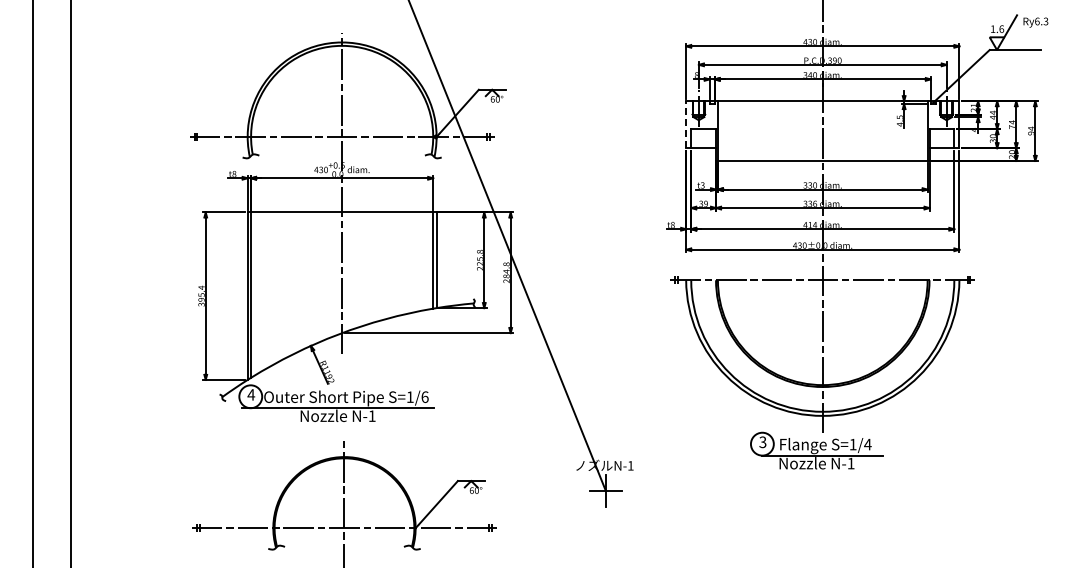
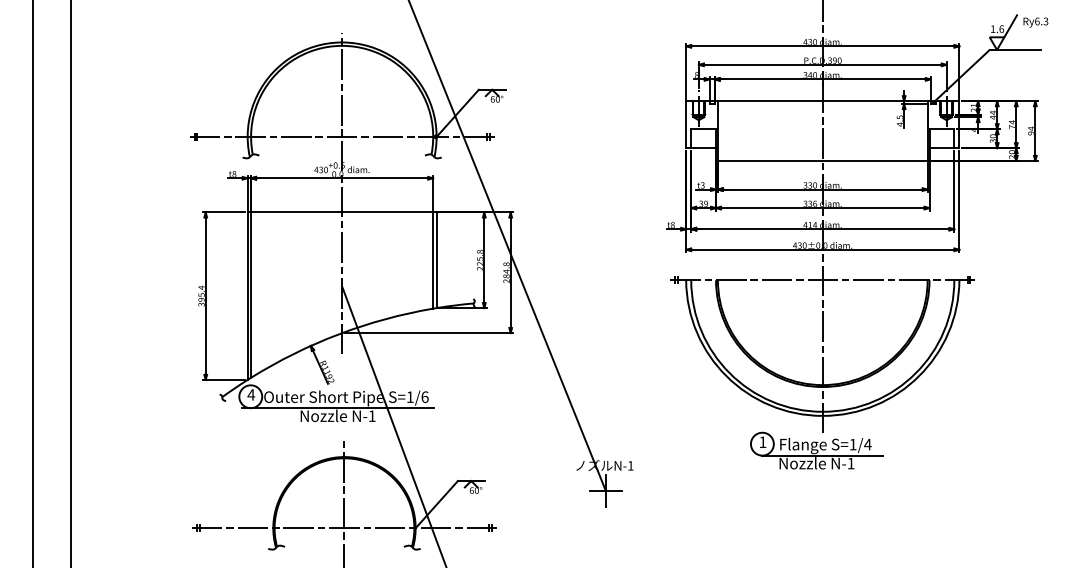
line at (686, 124): dashed -> solid
line at (393, 425): none -> present
text at (762, 442): 3 -> 1
